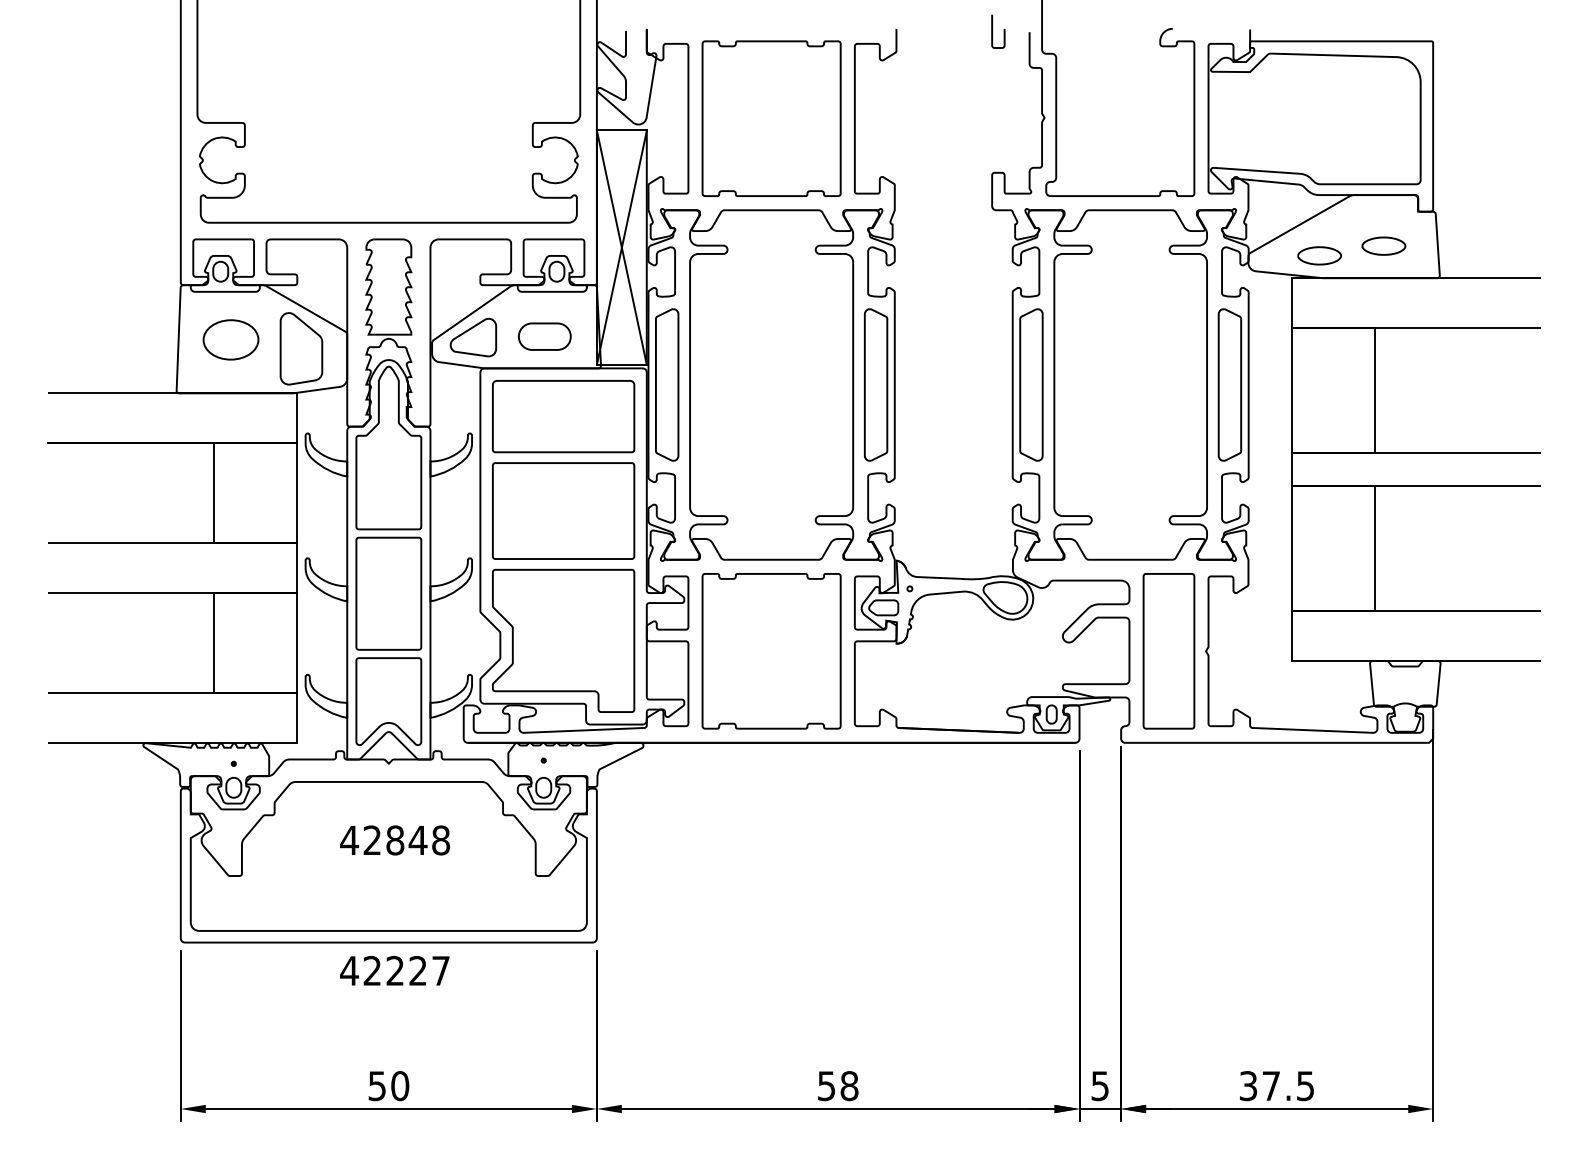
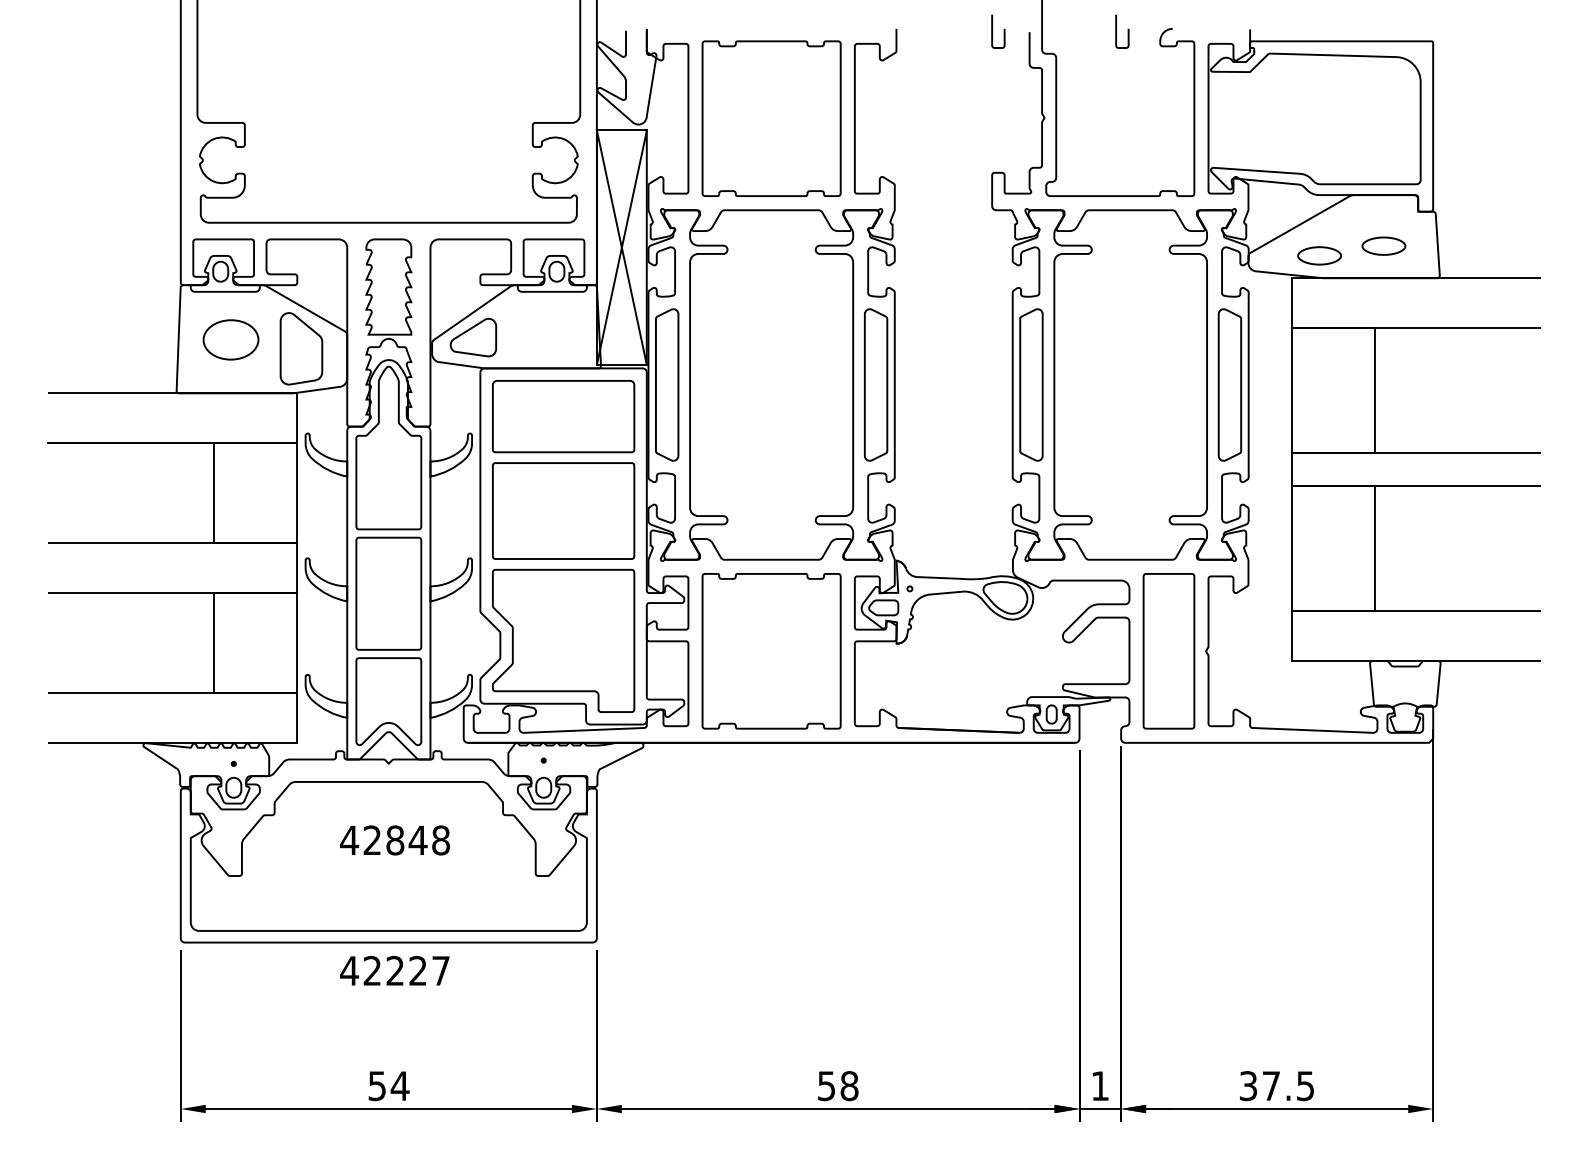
curve at (1127, 31): none -> present
part at (544, 336): present -> none
text at (399, 1086): 50 -> 54
text at (1099, 1086): 5 -> 1
